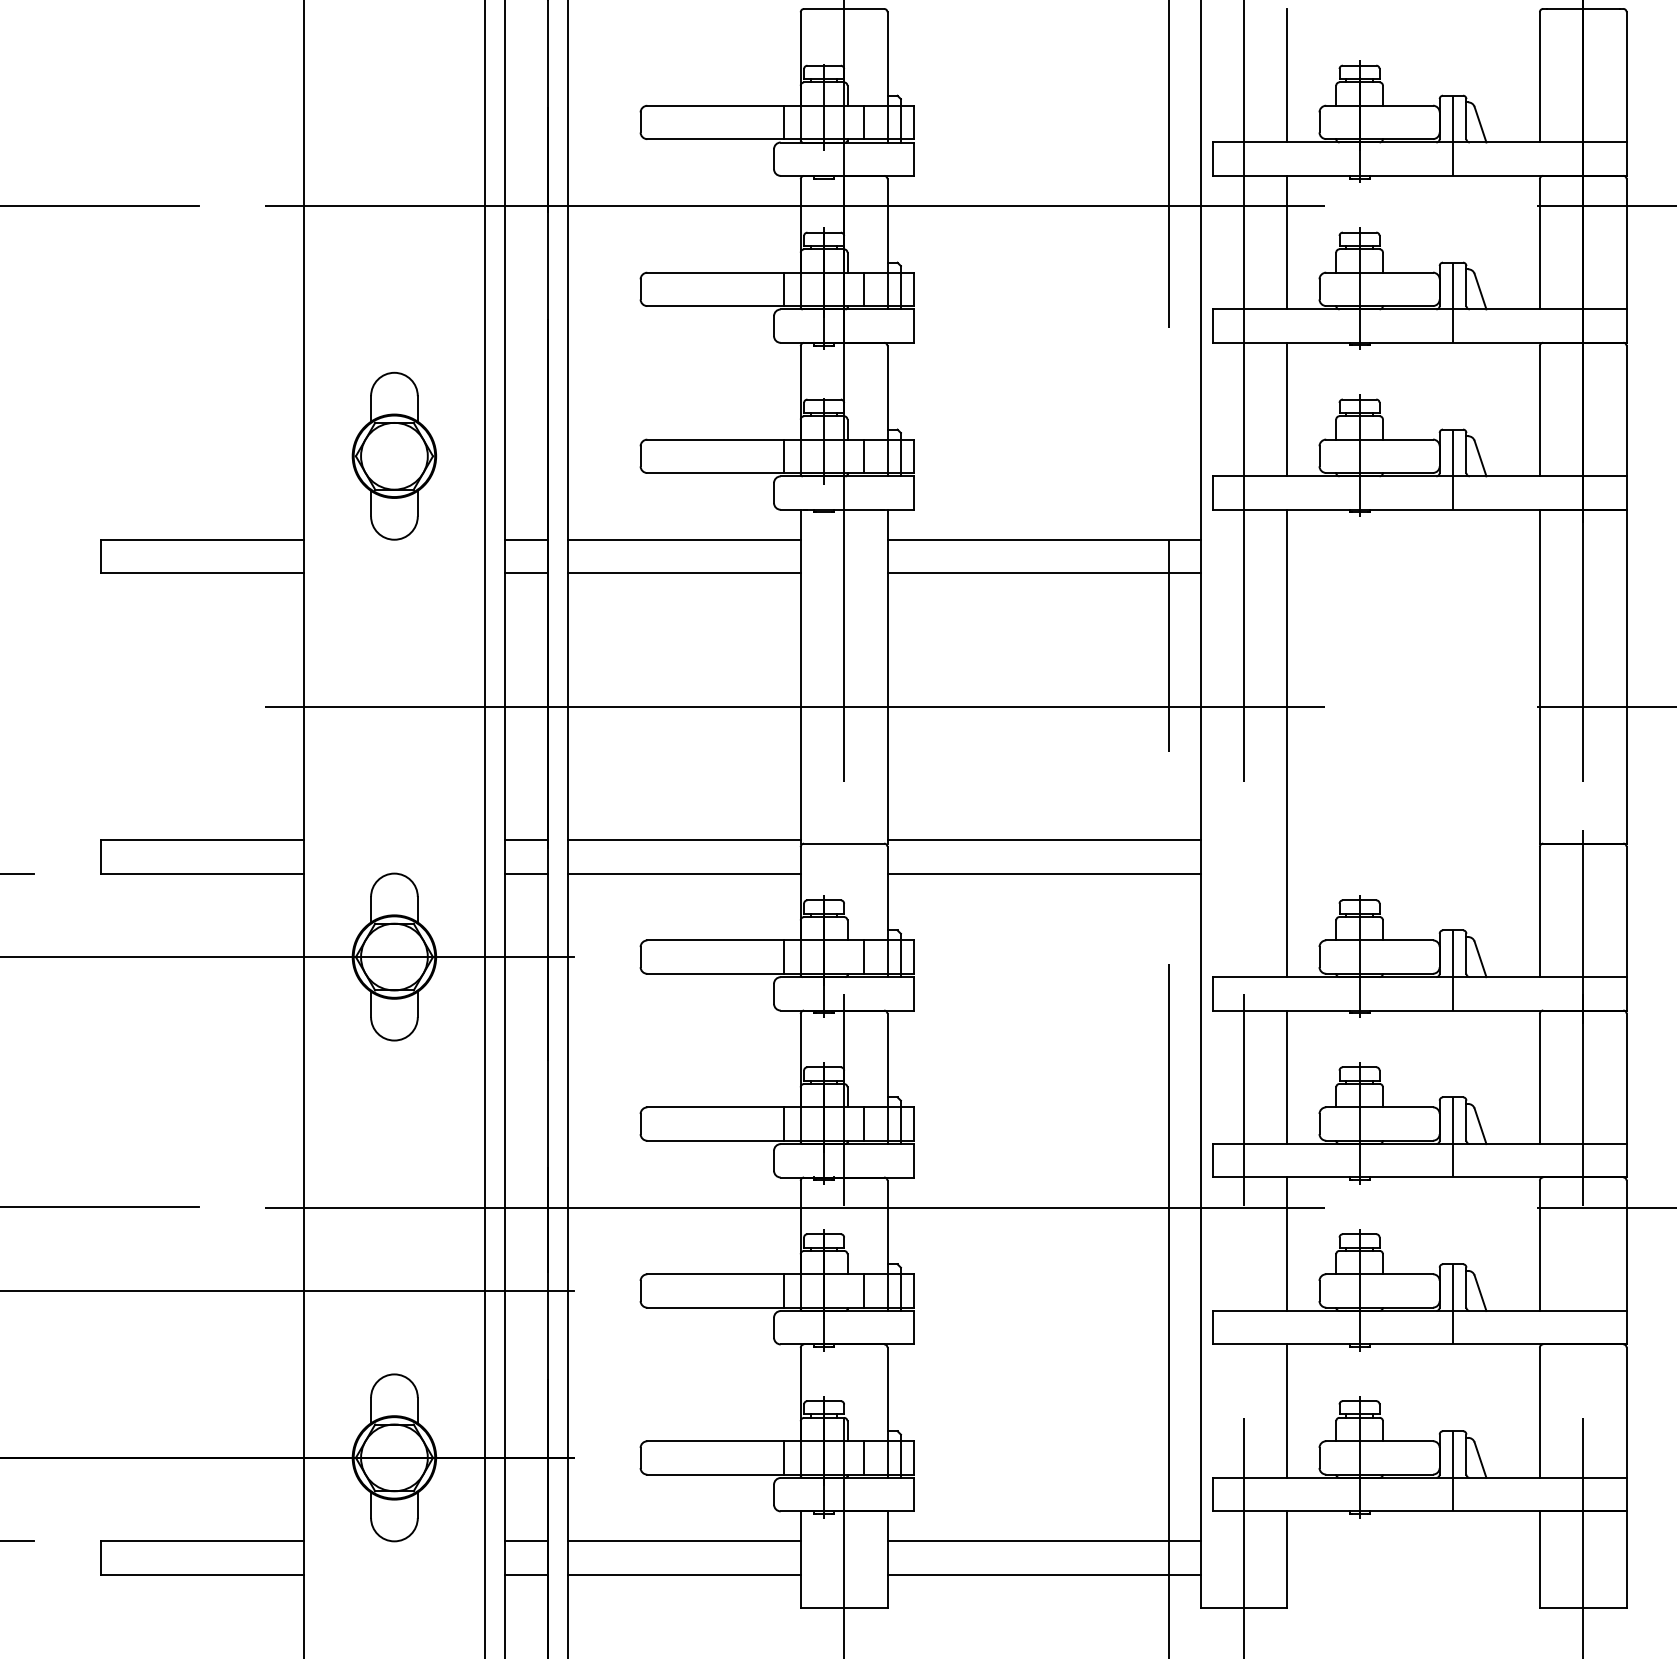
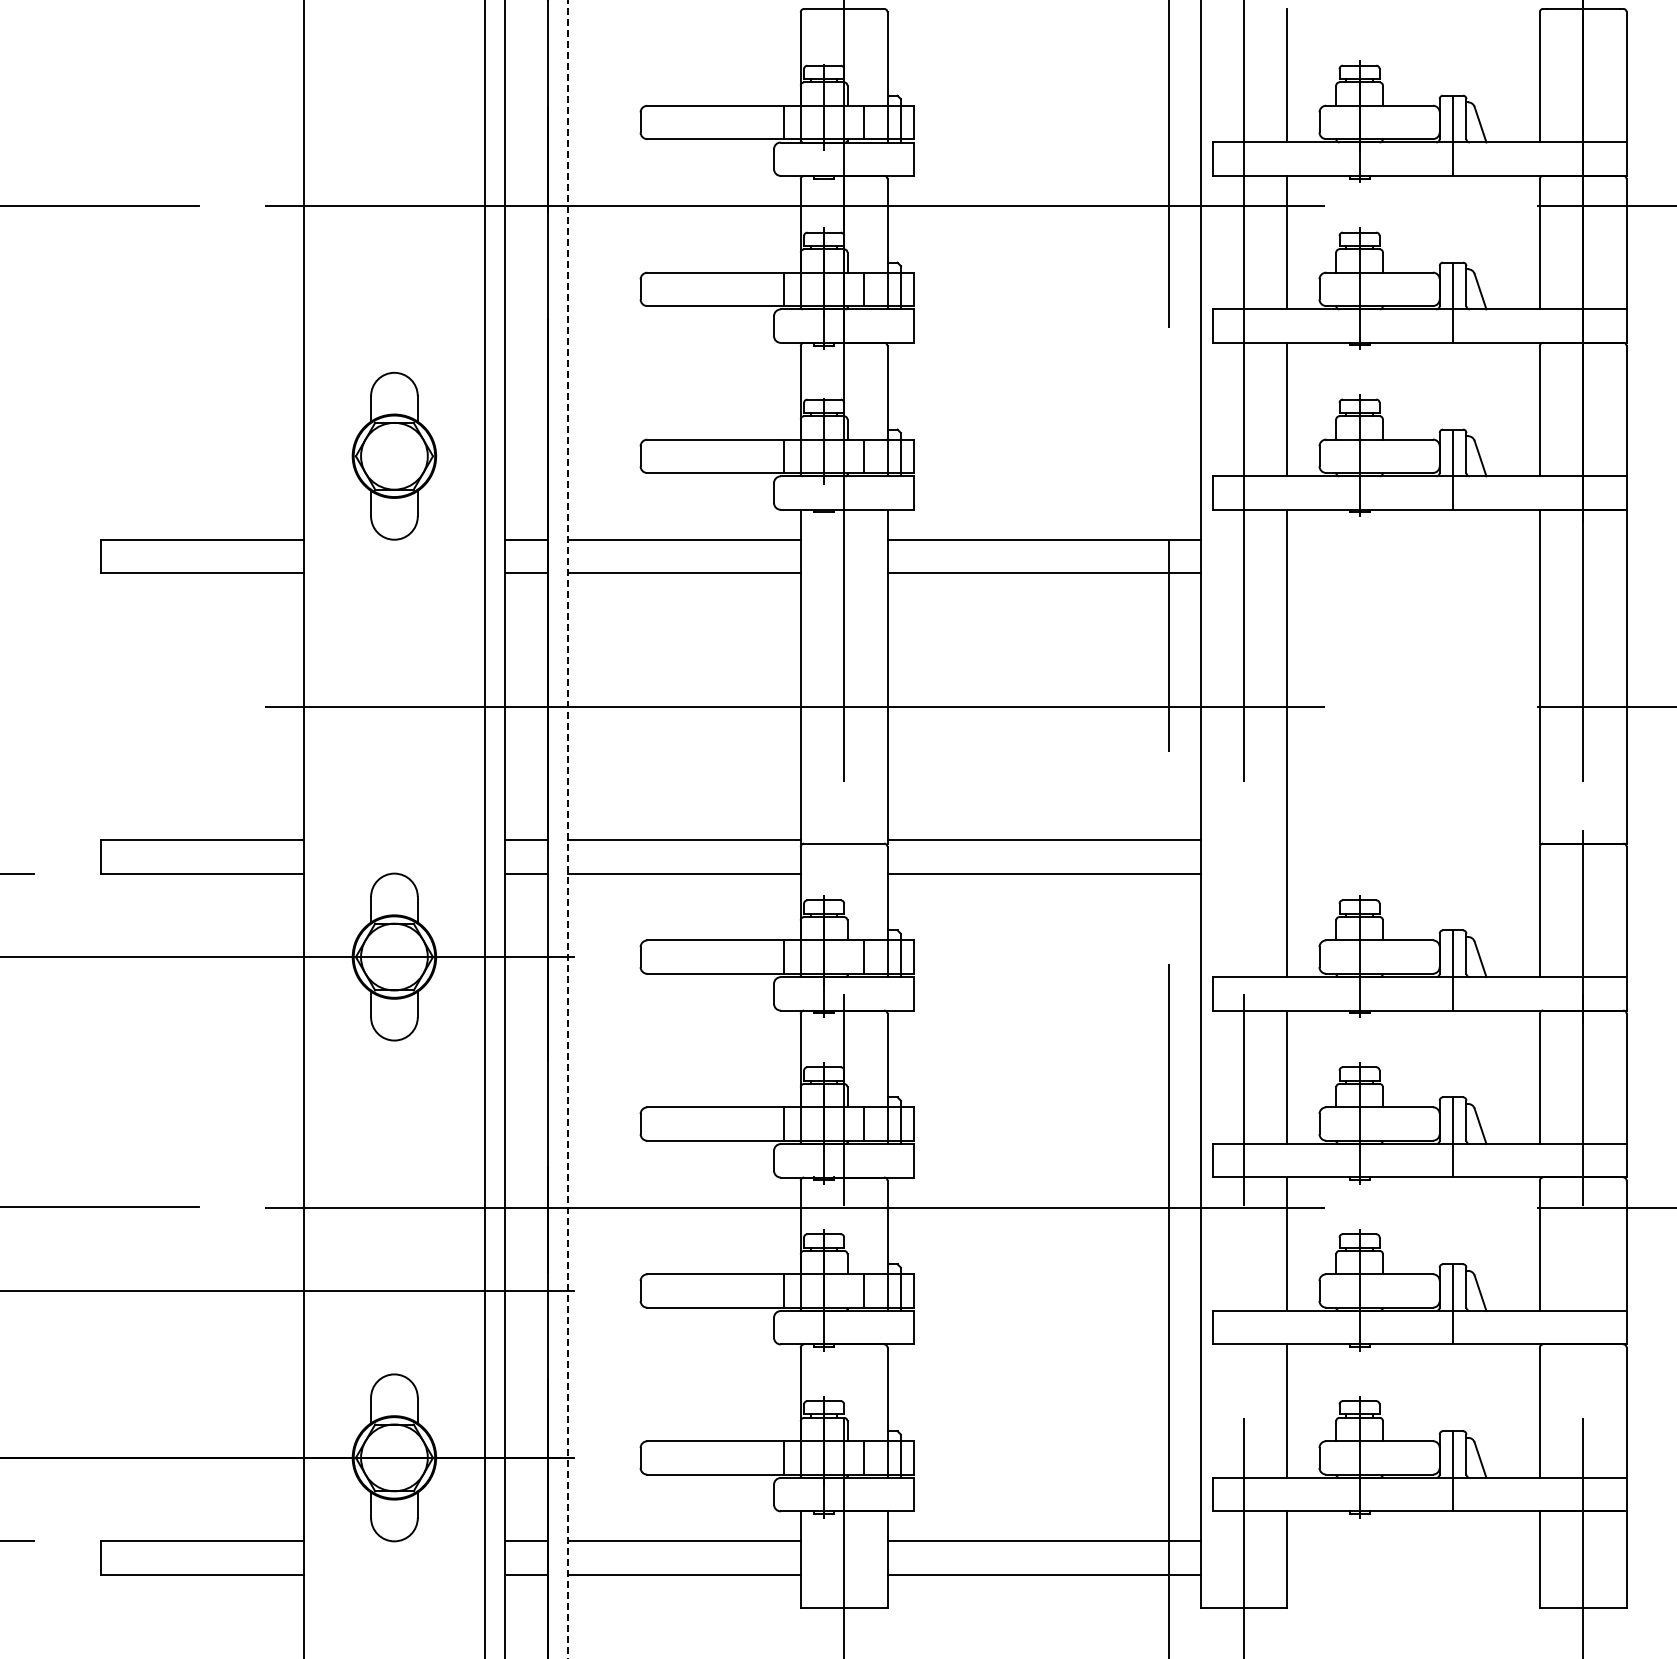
line at (568, 829): solid -> dashed
